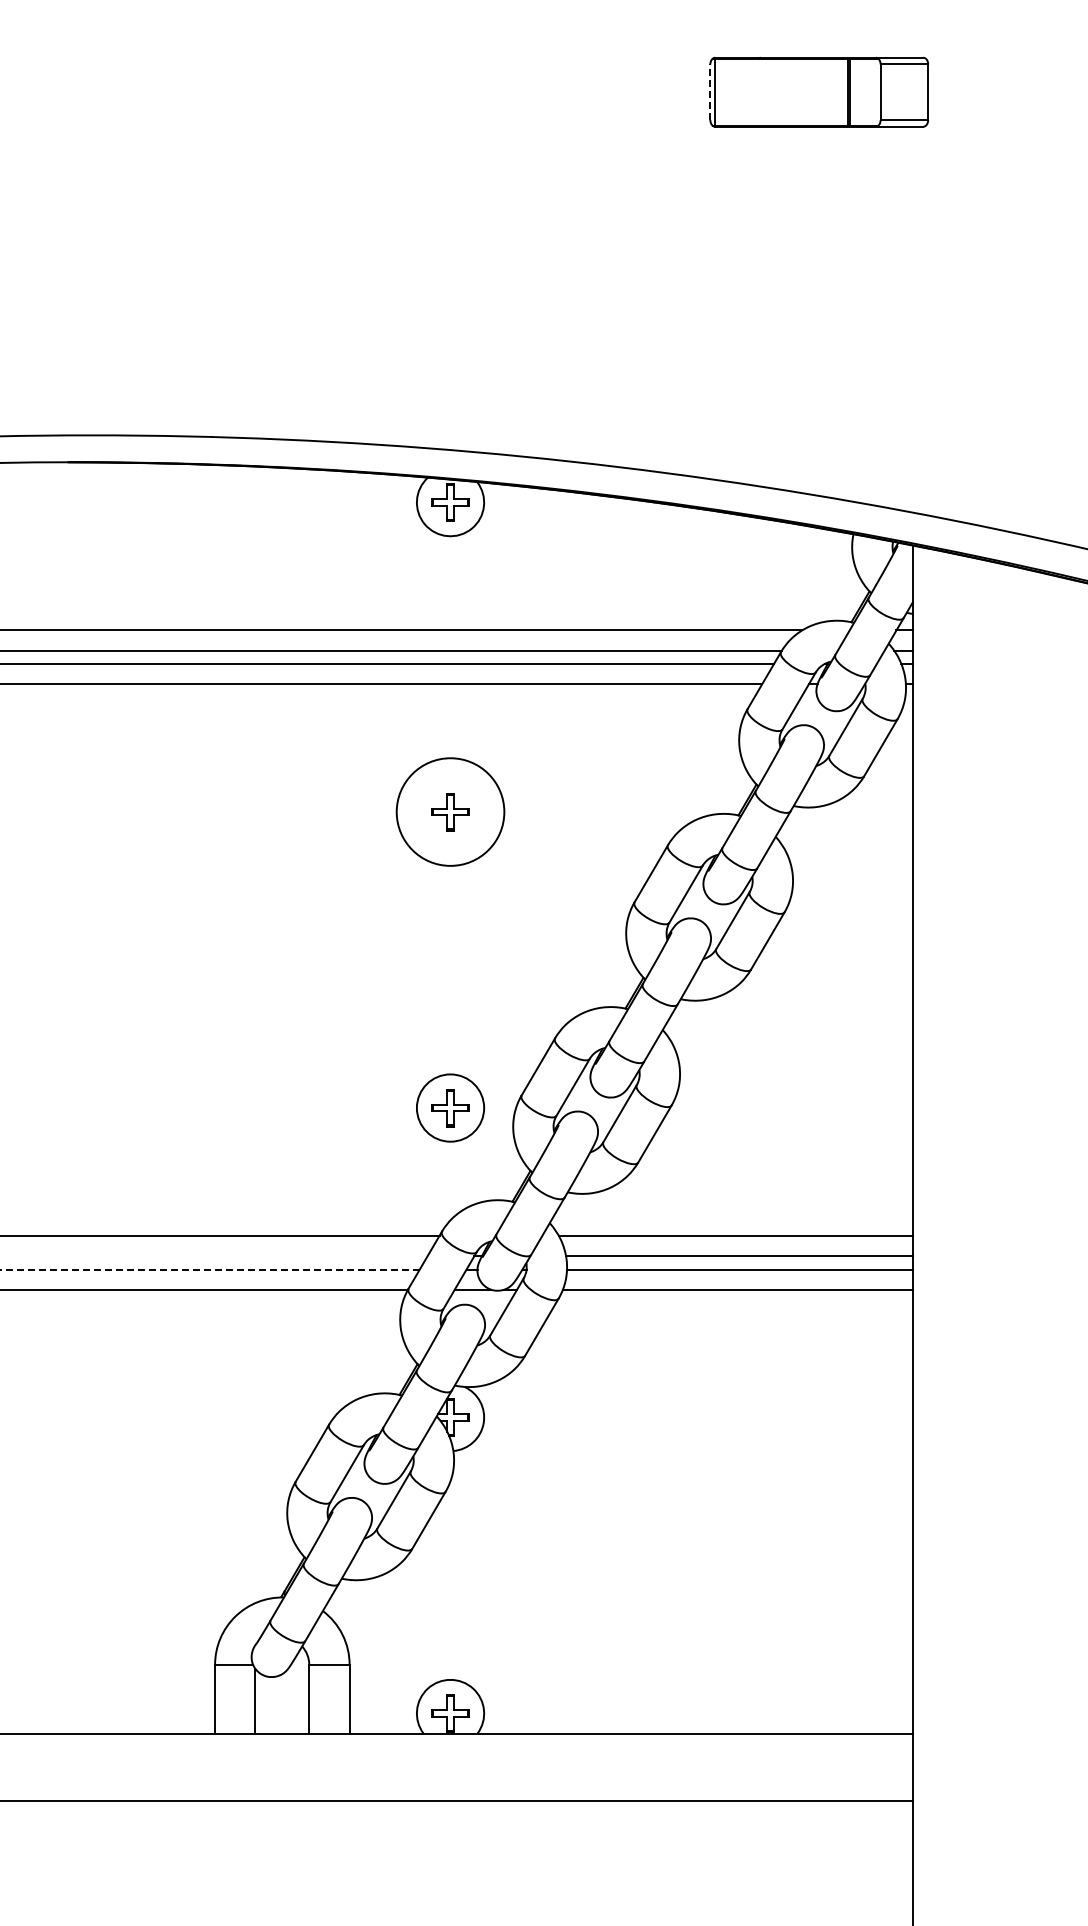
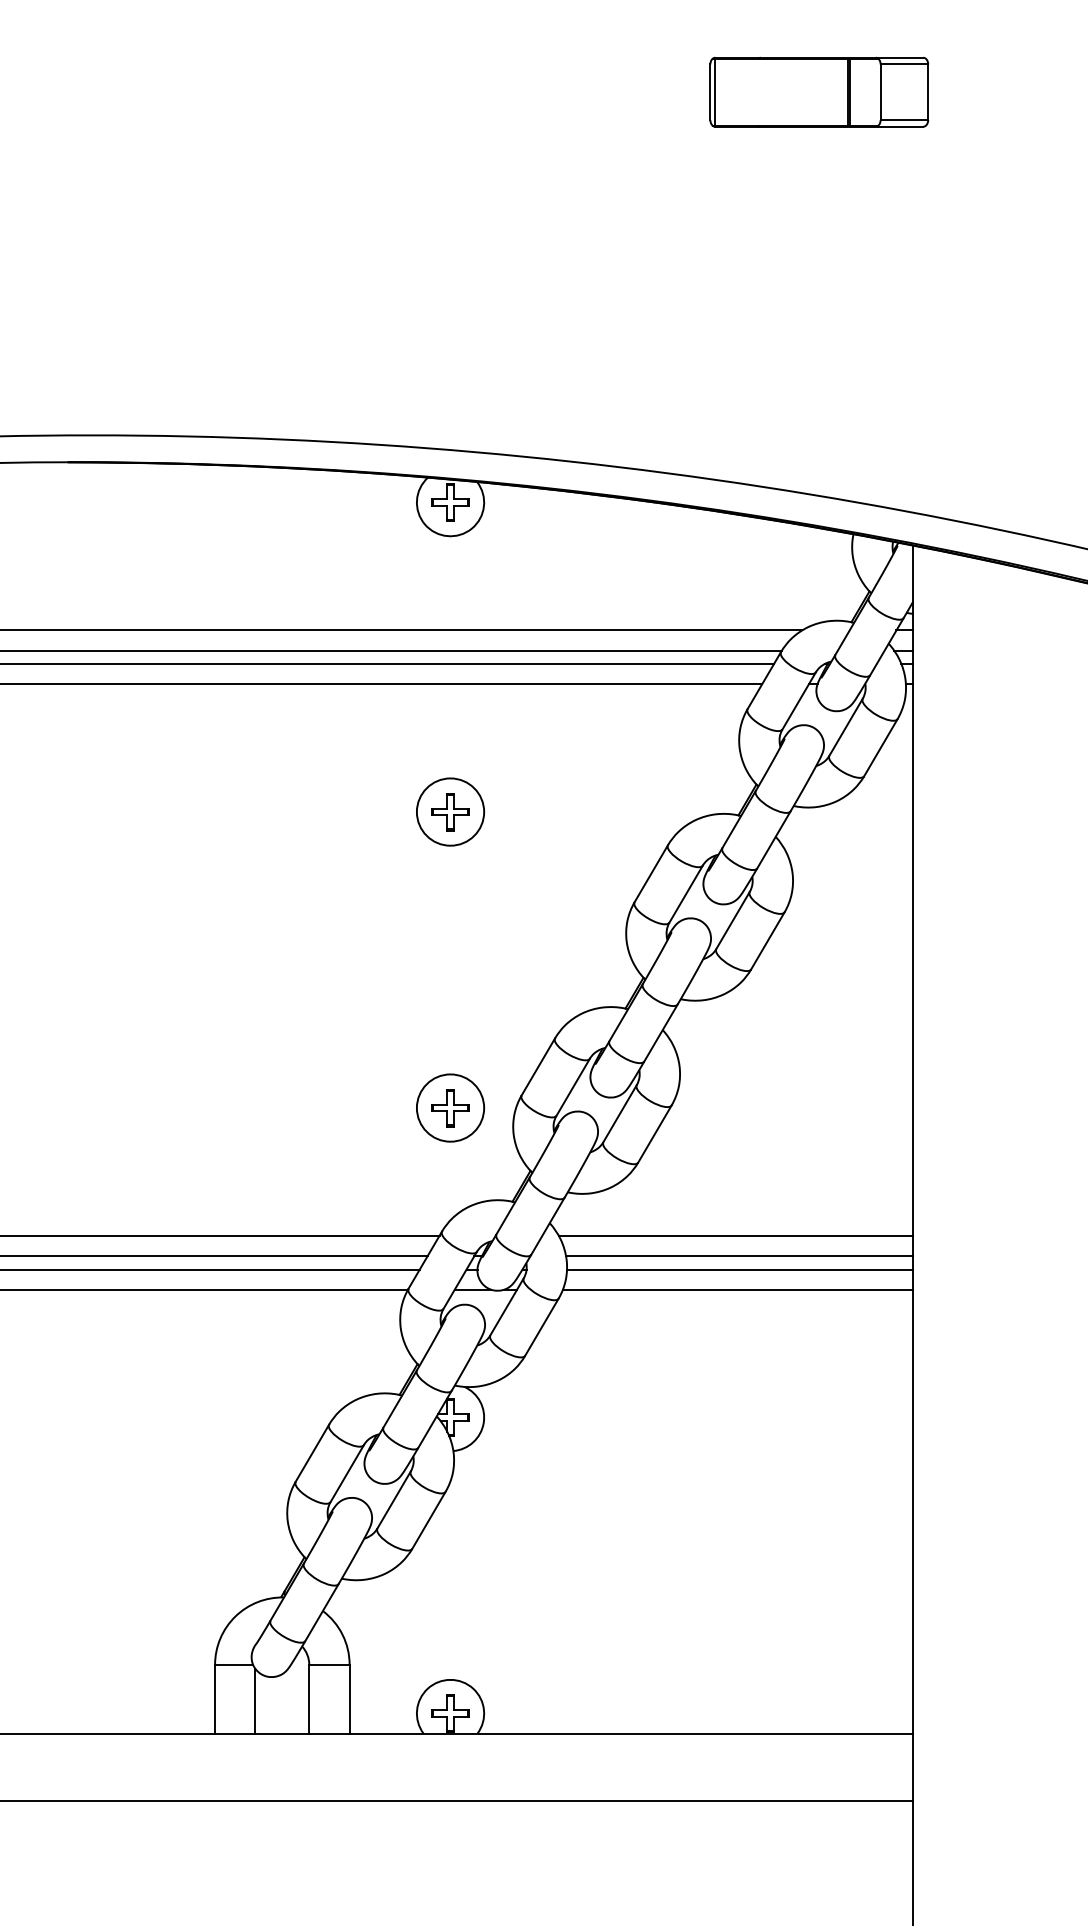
line at (710, 92): dashed -> solid
circle at (450, 811) diameter: 108 px -> 67 px
line at (214, 1256): none -> present
line at (209, 1269): dashed -> solid
